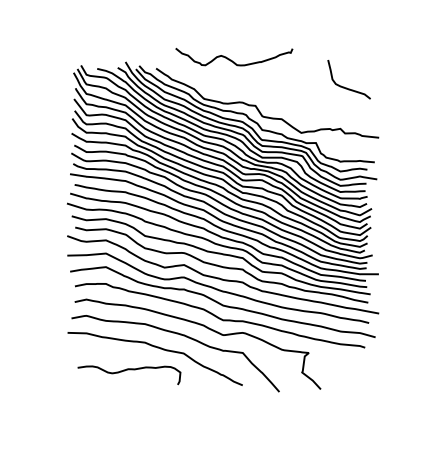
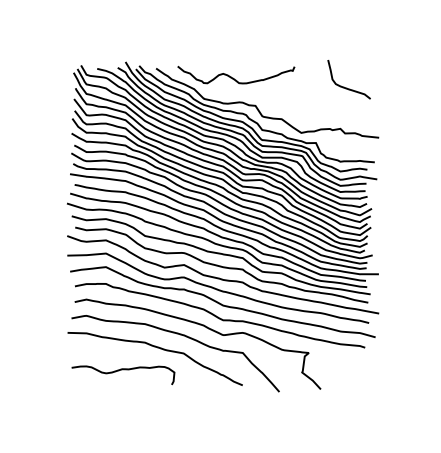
curve at (231, 59) position: (231, 59) -> (233, 77)
curve at (129, 370) position: (129, 370) -> (123, 370)
